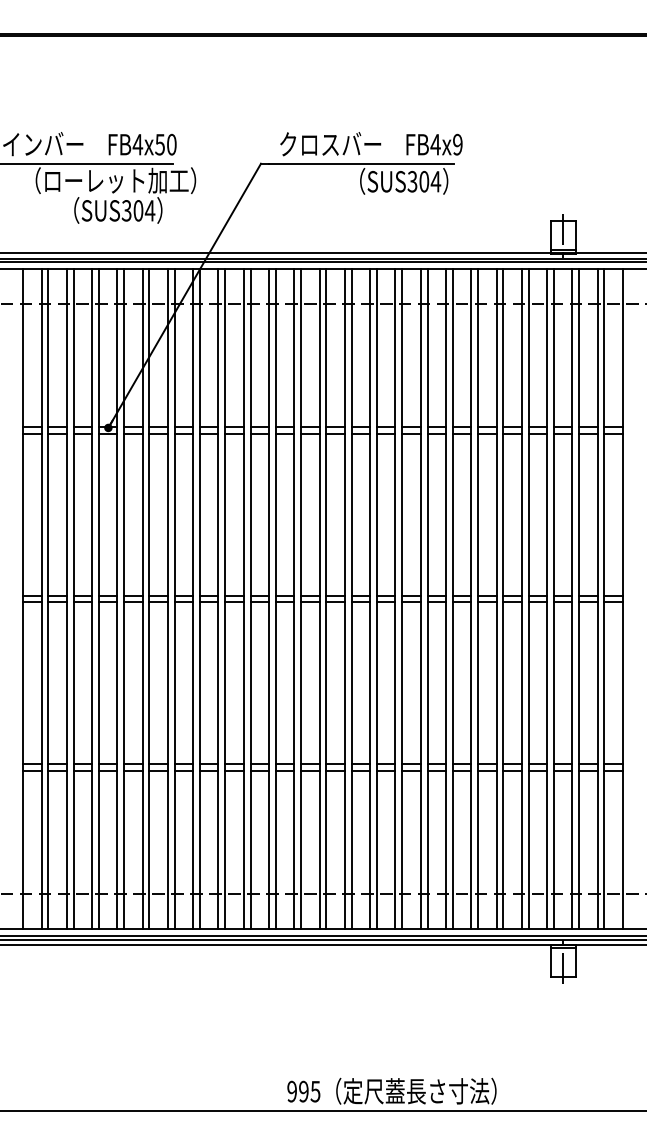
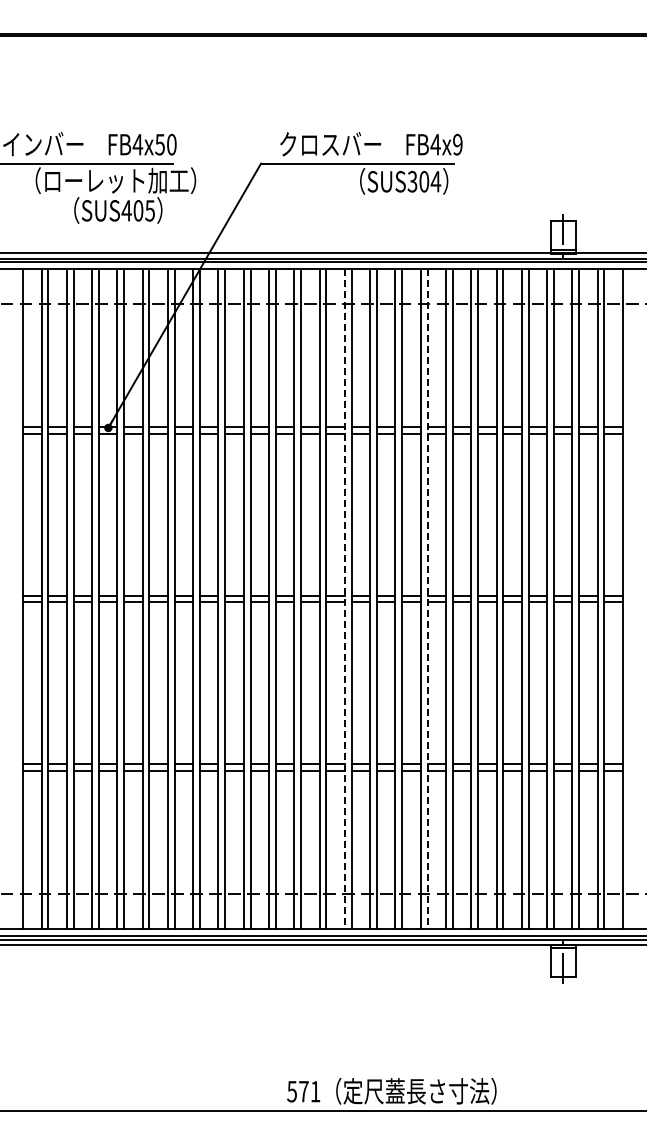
text at (138, 210): SUS304 -> SUS405
line at (344, 599): solid -> dashed
line at (427, 599): solid -> dashed
text at (303, 1091): 995 -> 571
